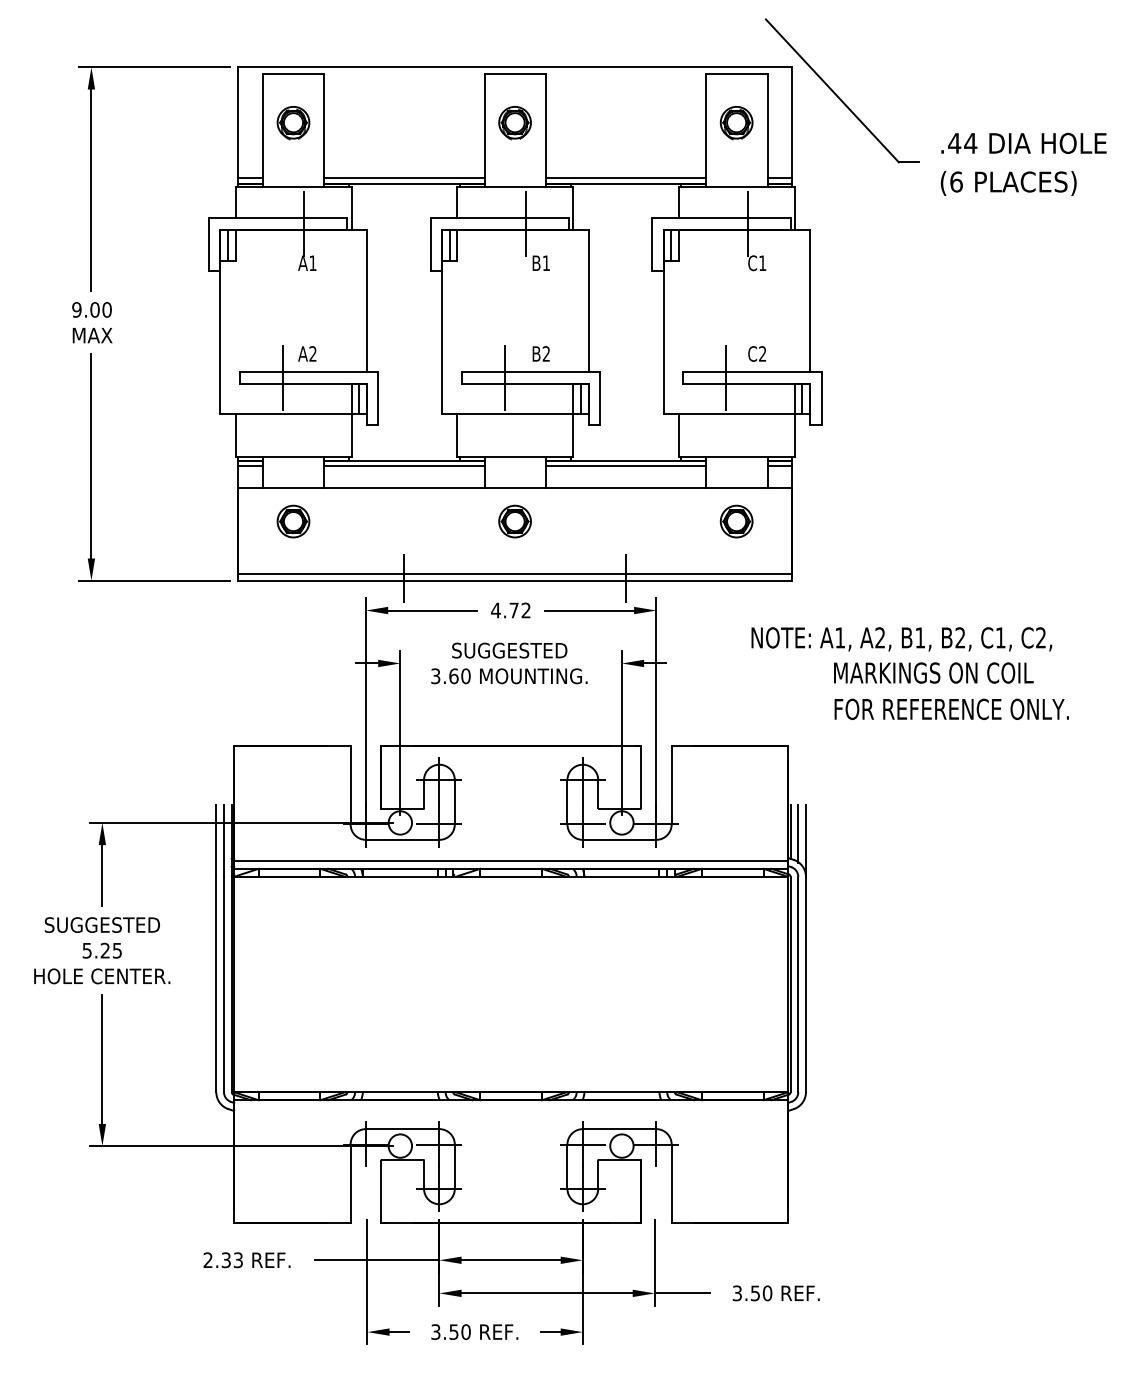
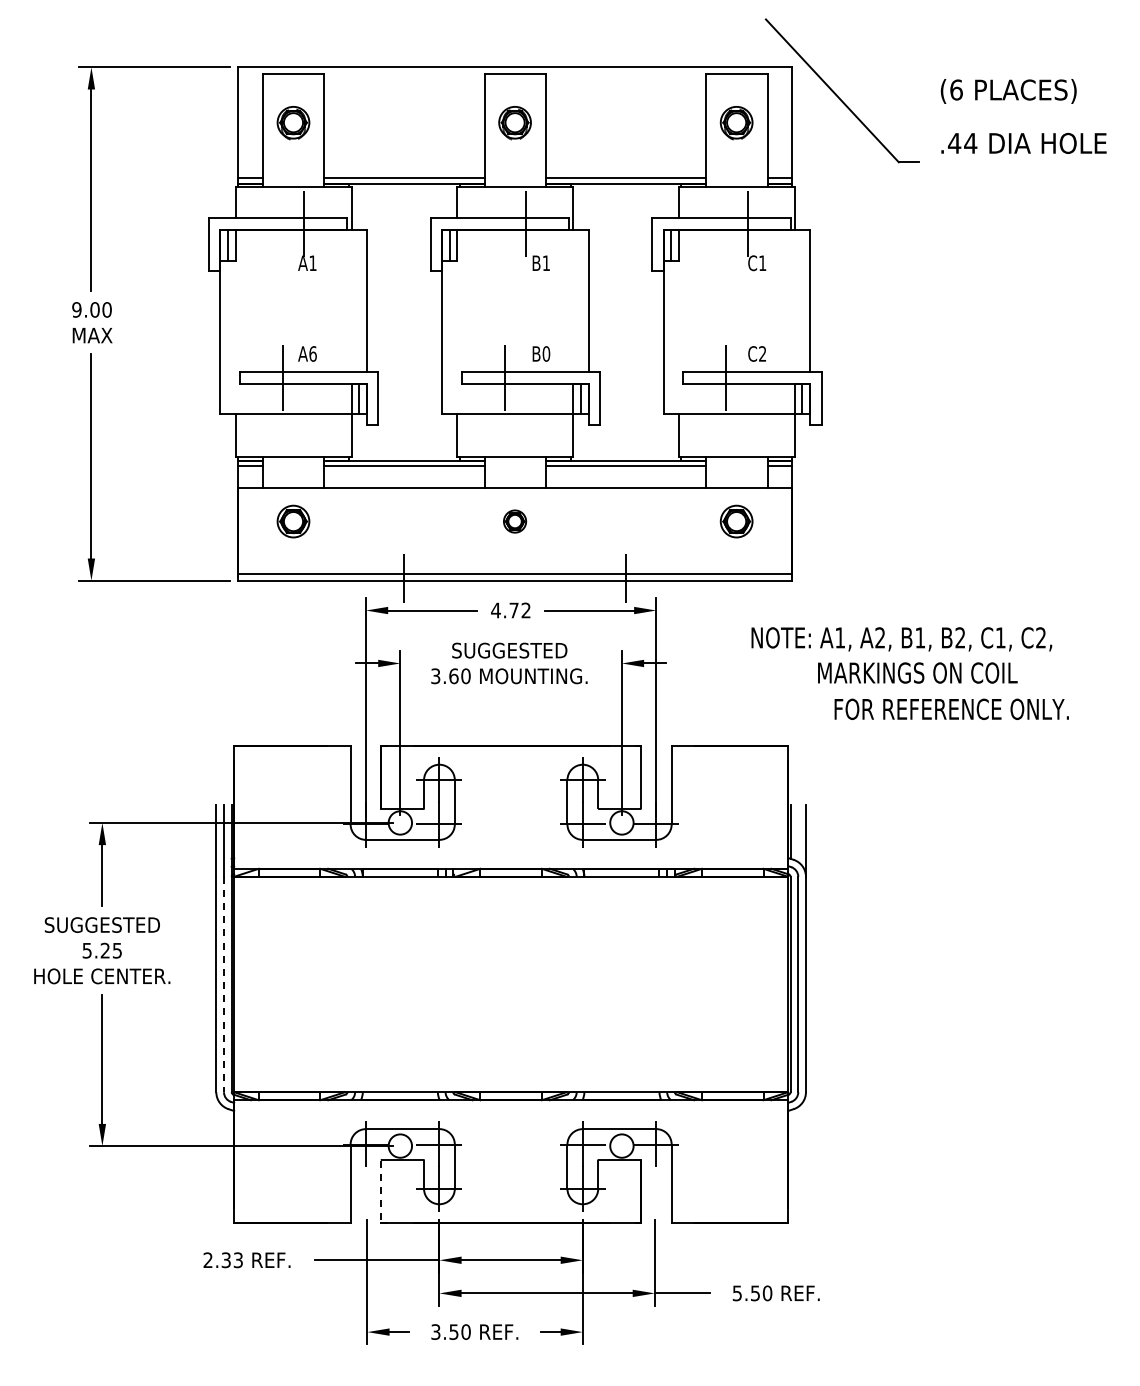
text at (1008, 183) position: (1008, 183) -> (1008, 91)
text at (312, 353): A2 -> A6
text at (546, 353): B2 -> B0
part at (514, 521) size: 34x35 px -> 25x25 px
text at (933, 672) position: (933, 672) -> (917, 672)
line at (798, 833): present -> none
line at (511, 861): present -> none
line at (224, 984): solid -> dashed
line at (381, 1192): solid -> dashed
text at (737, 1292): 3.50 -> 5.50
